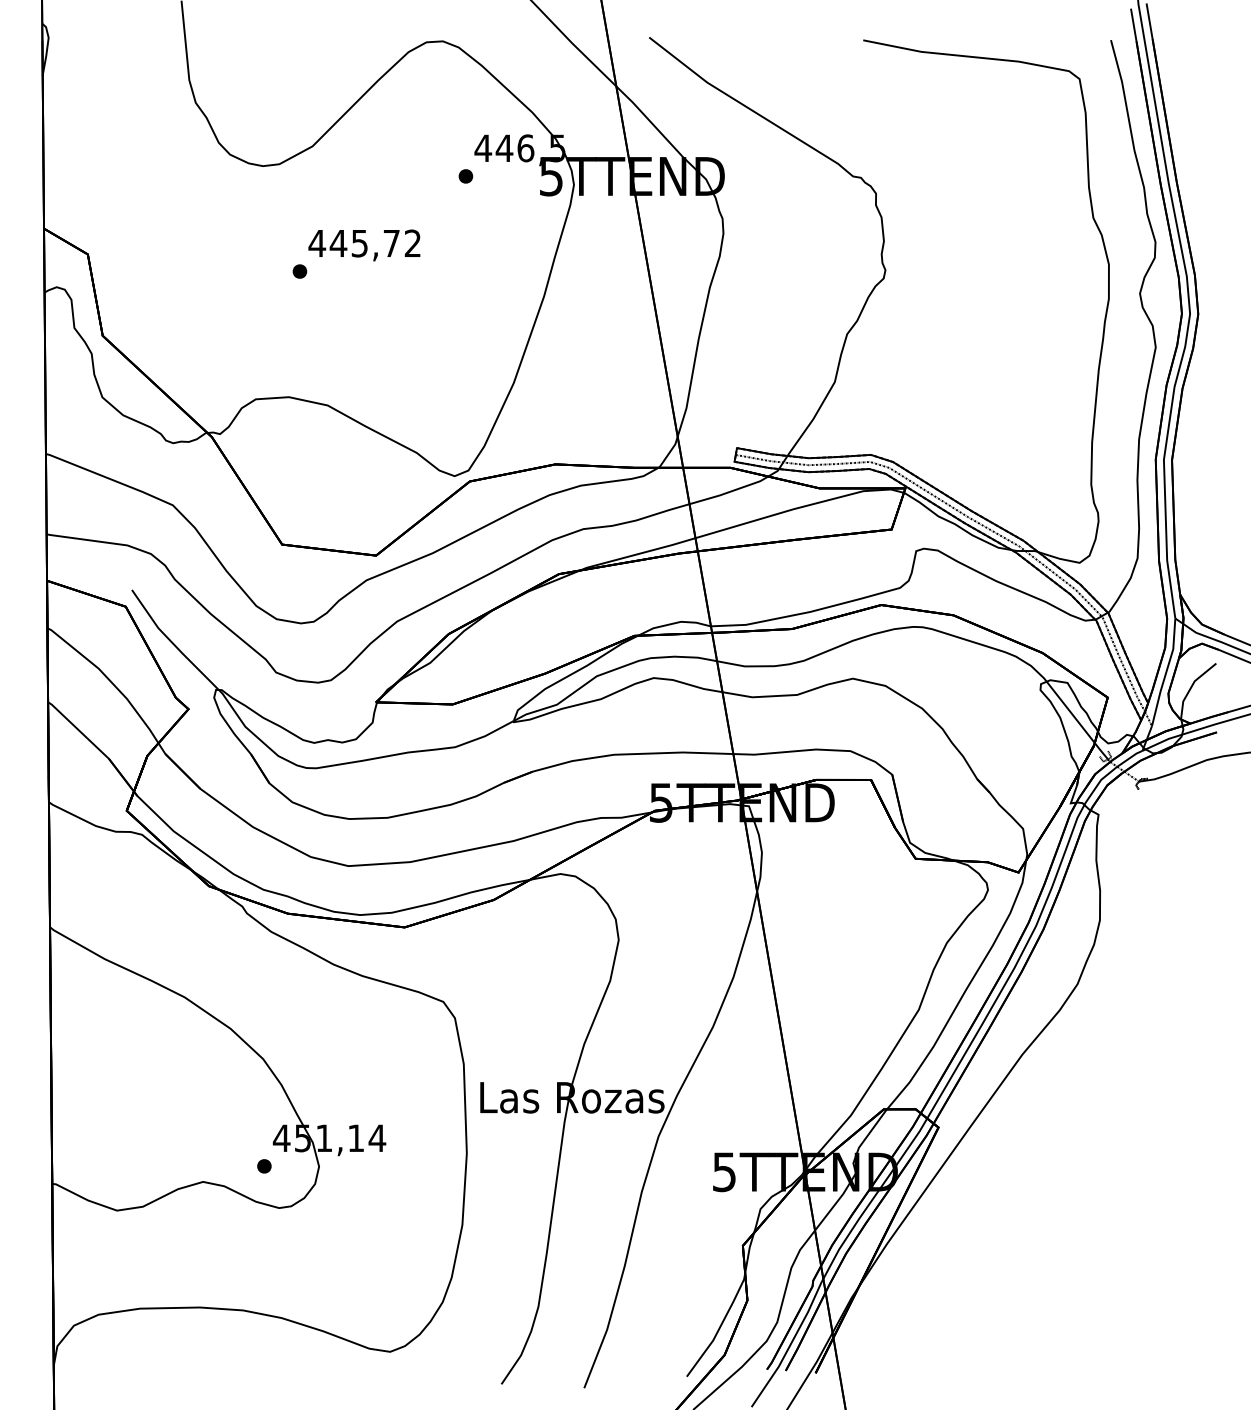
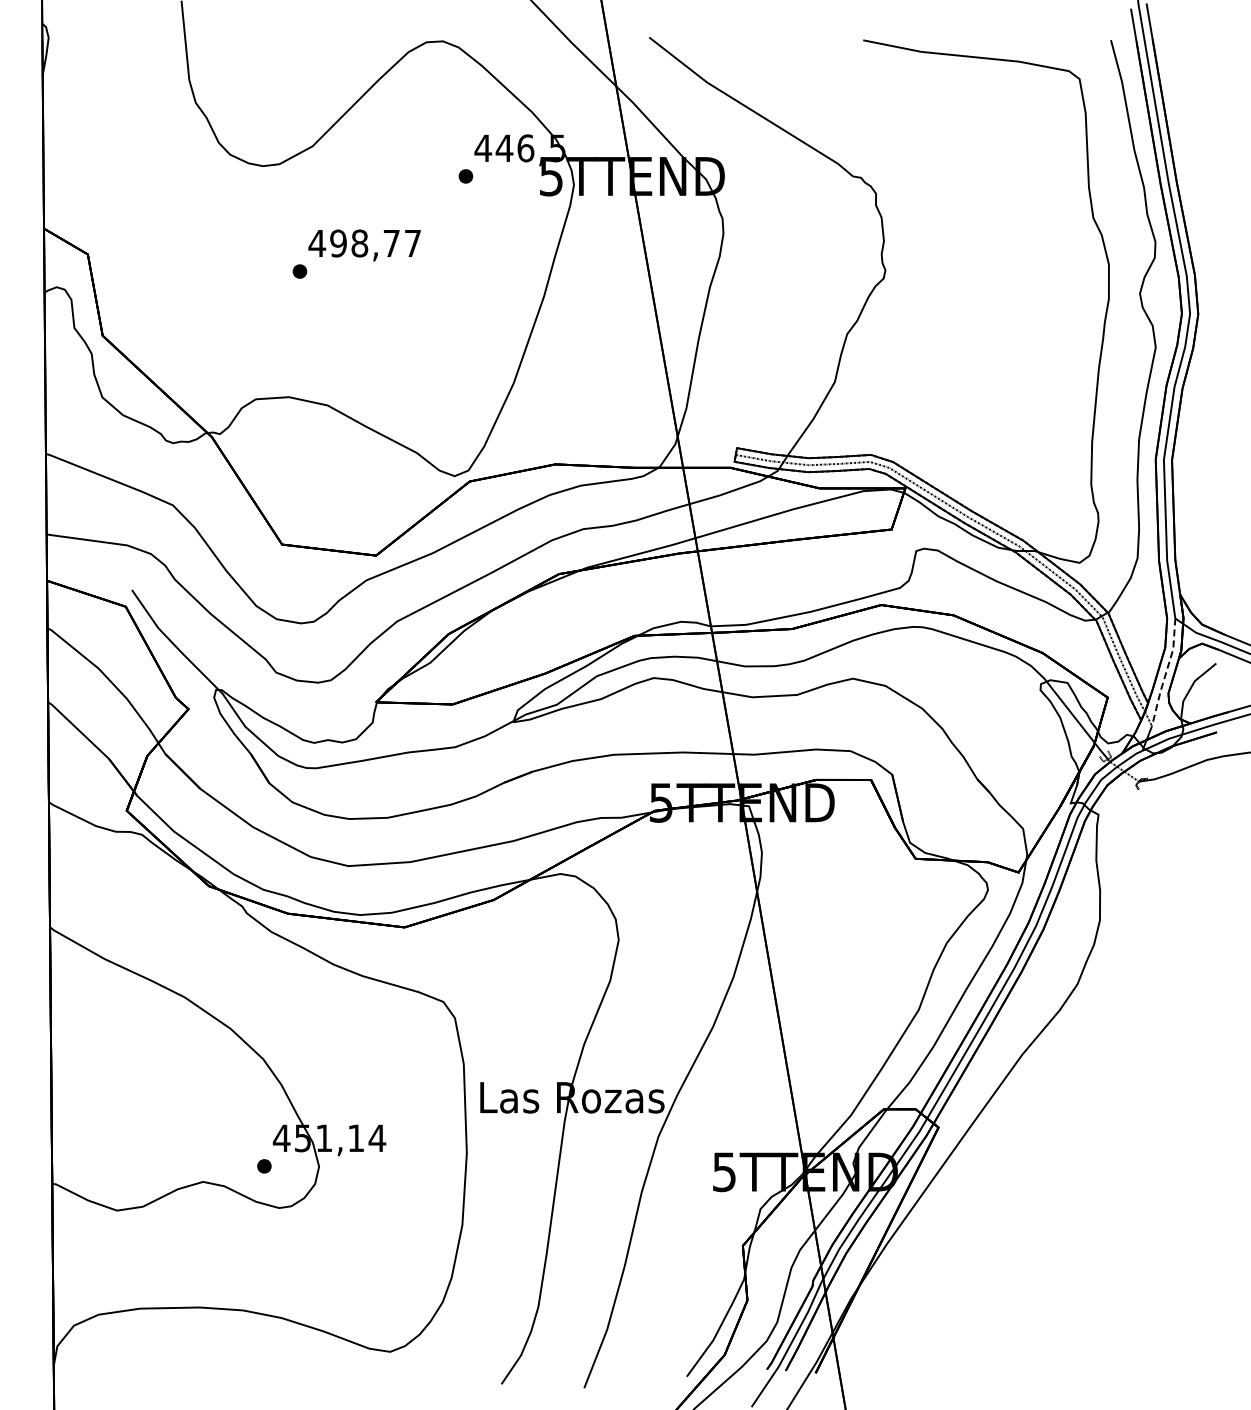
text at (374, 243): 445,72 -> 498,77
line at (1166, 672): solid -> dashed
